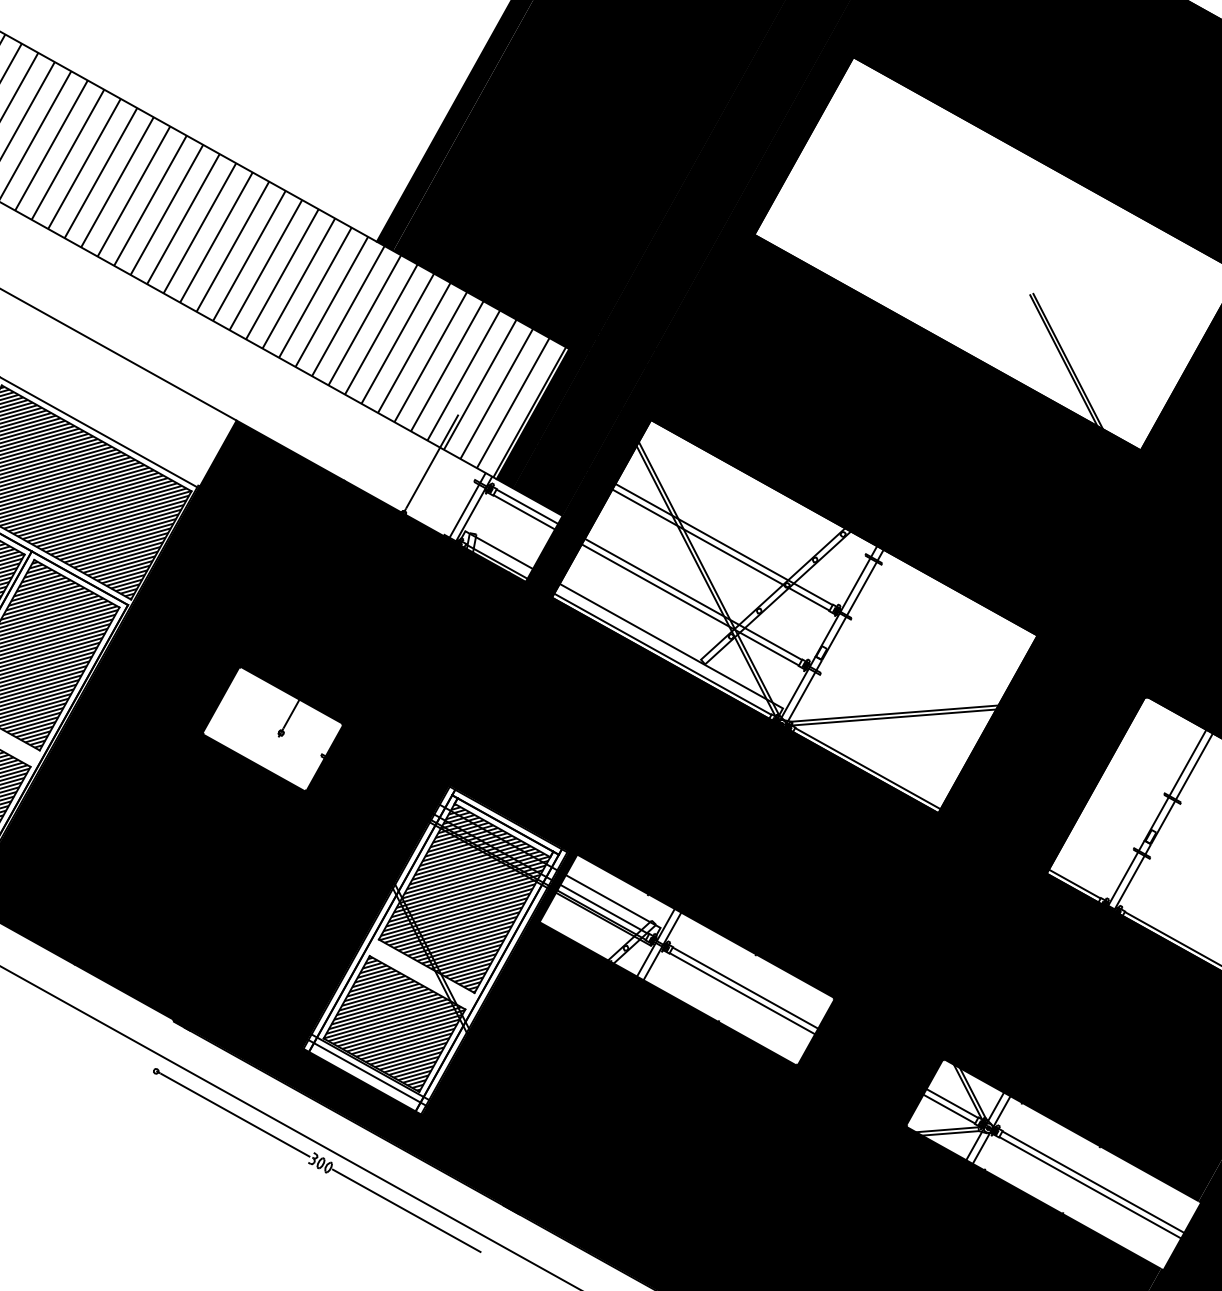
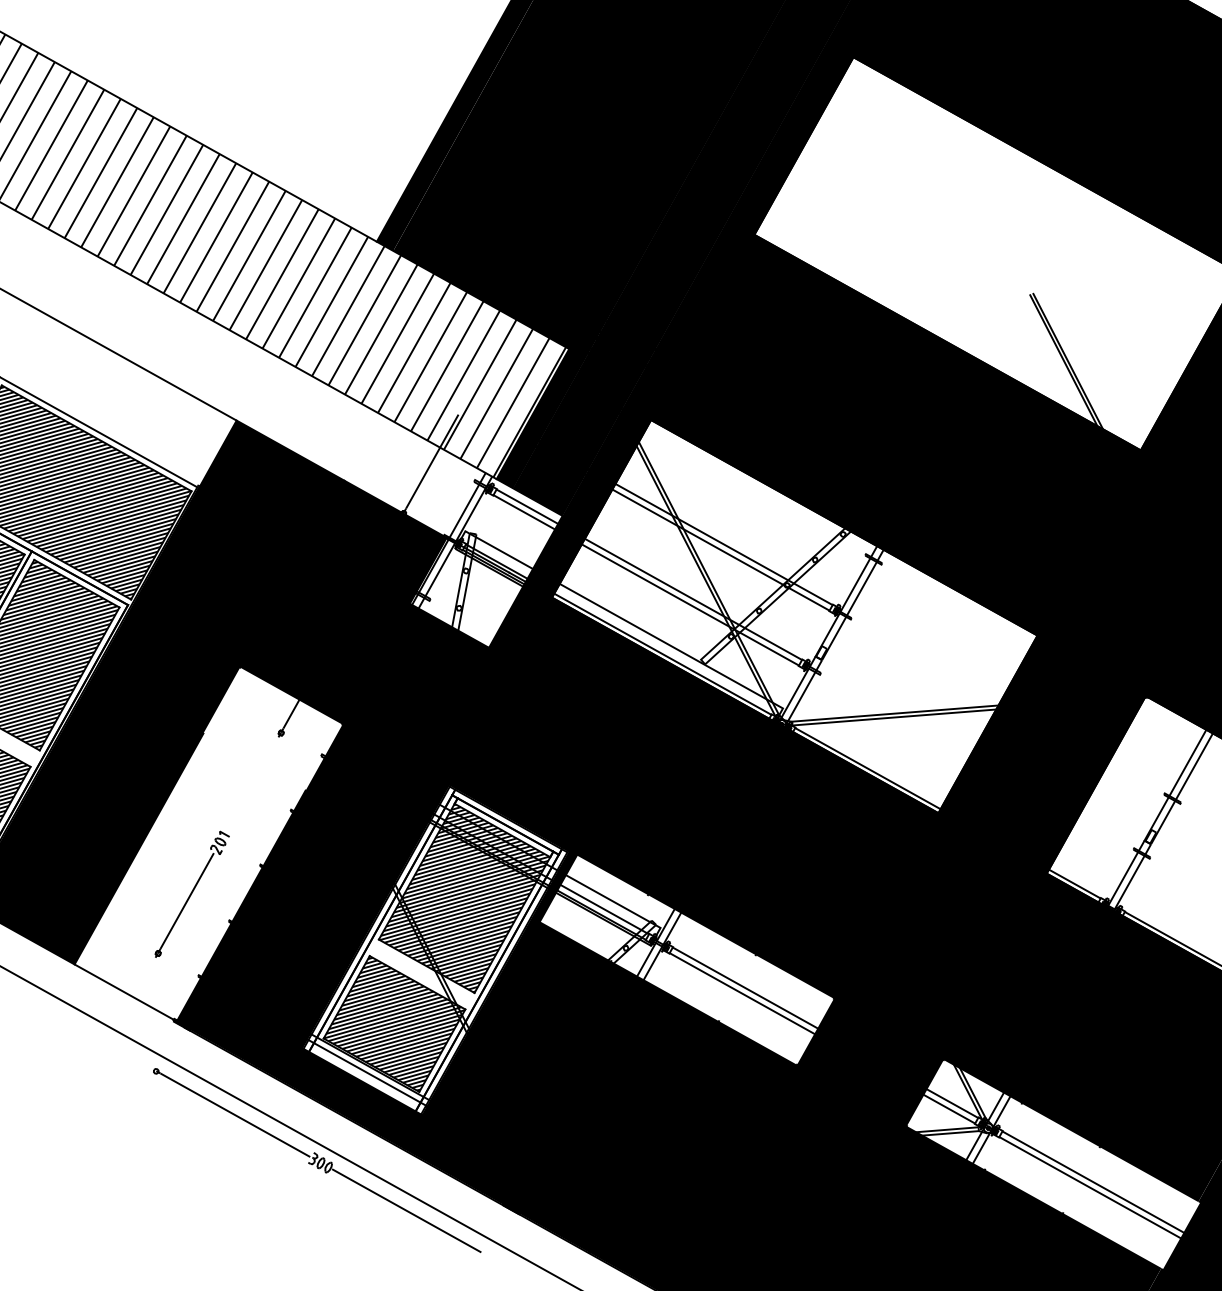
fill at (467, 592): present -> none
fill at (189, 877): present -> none
